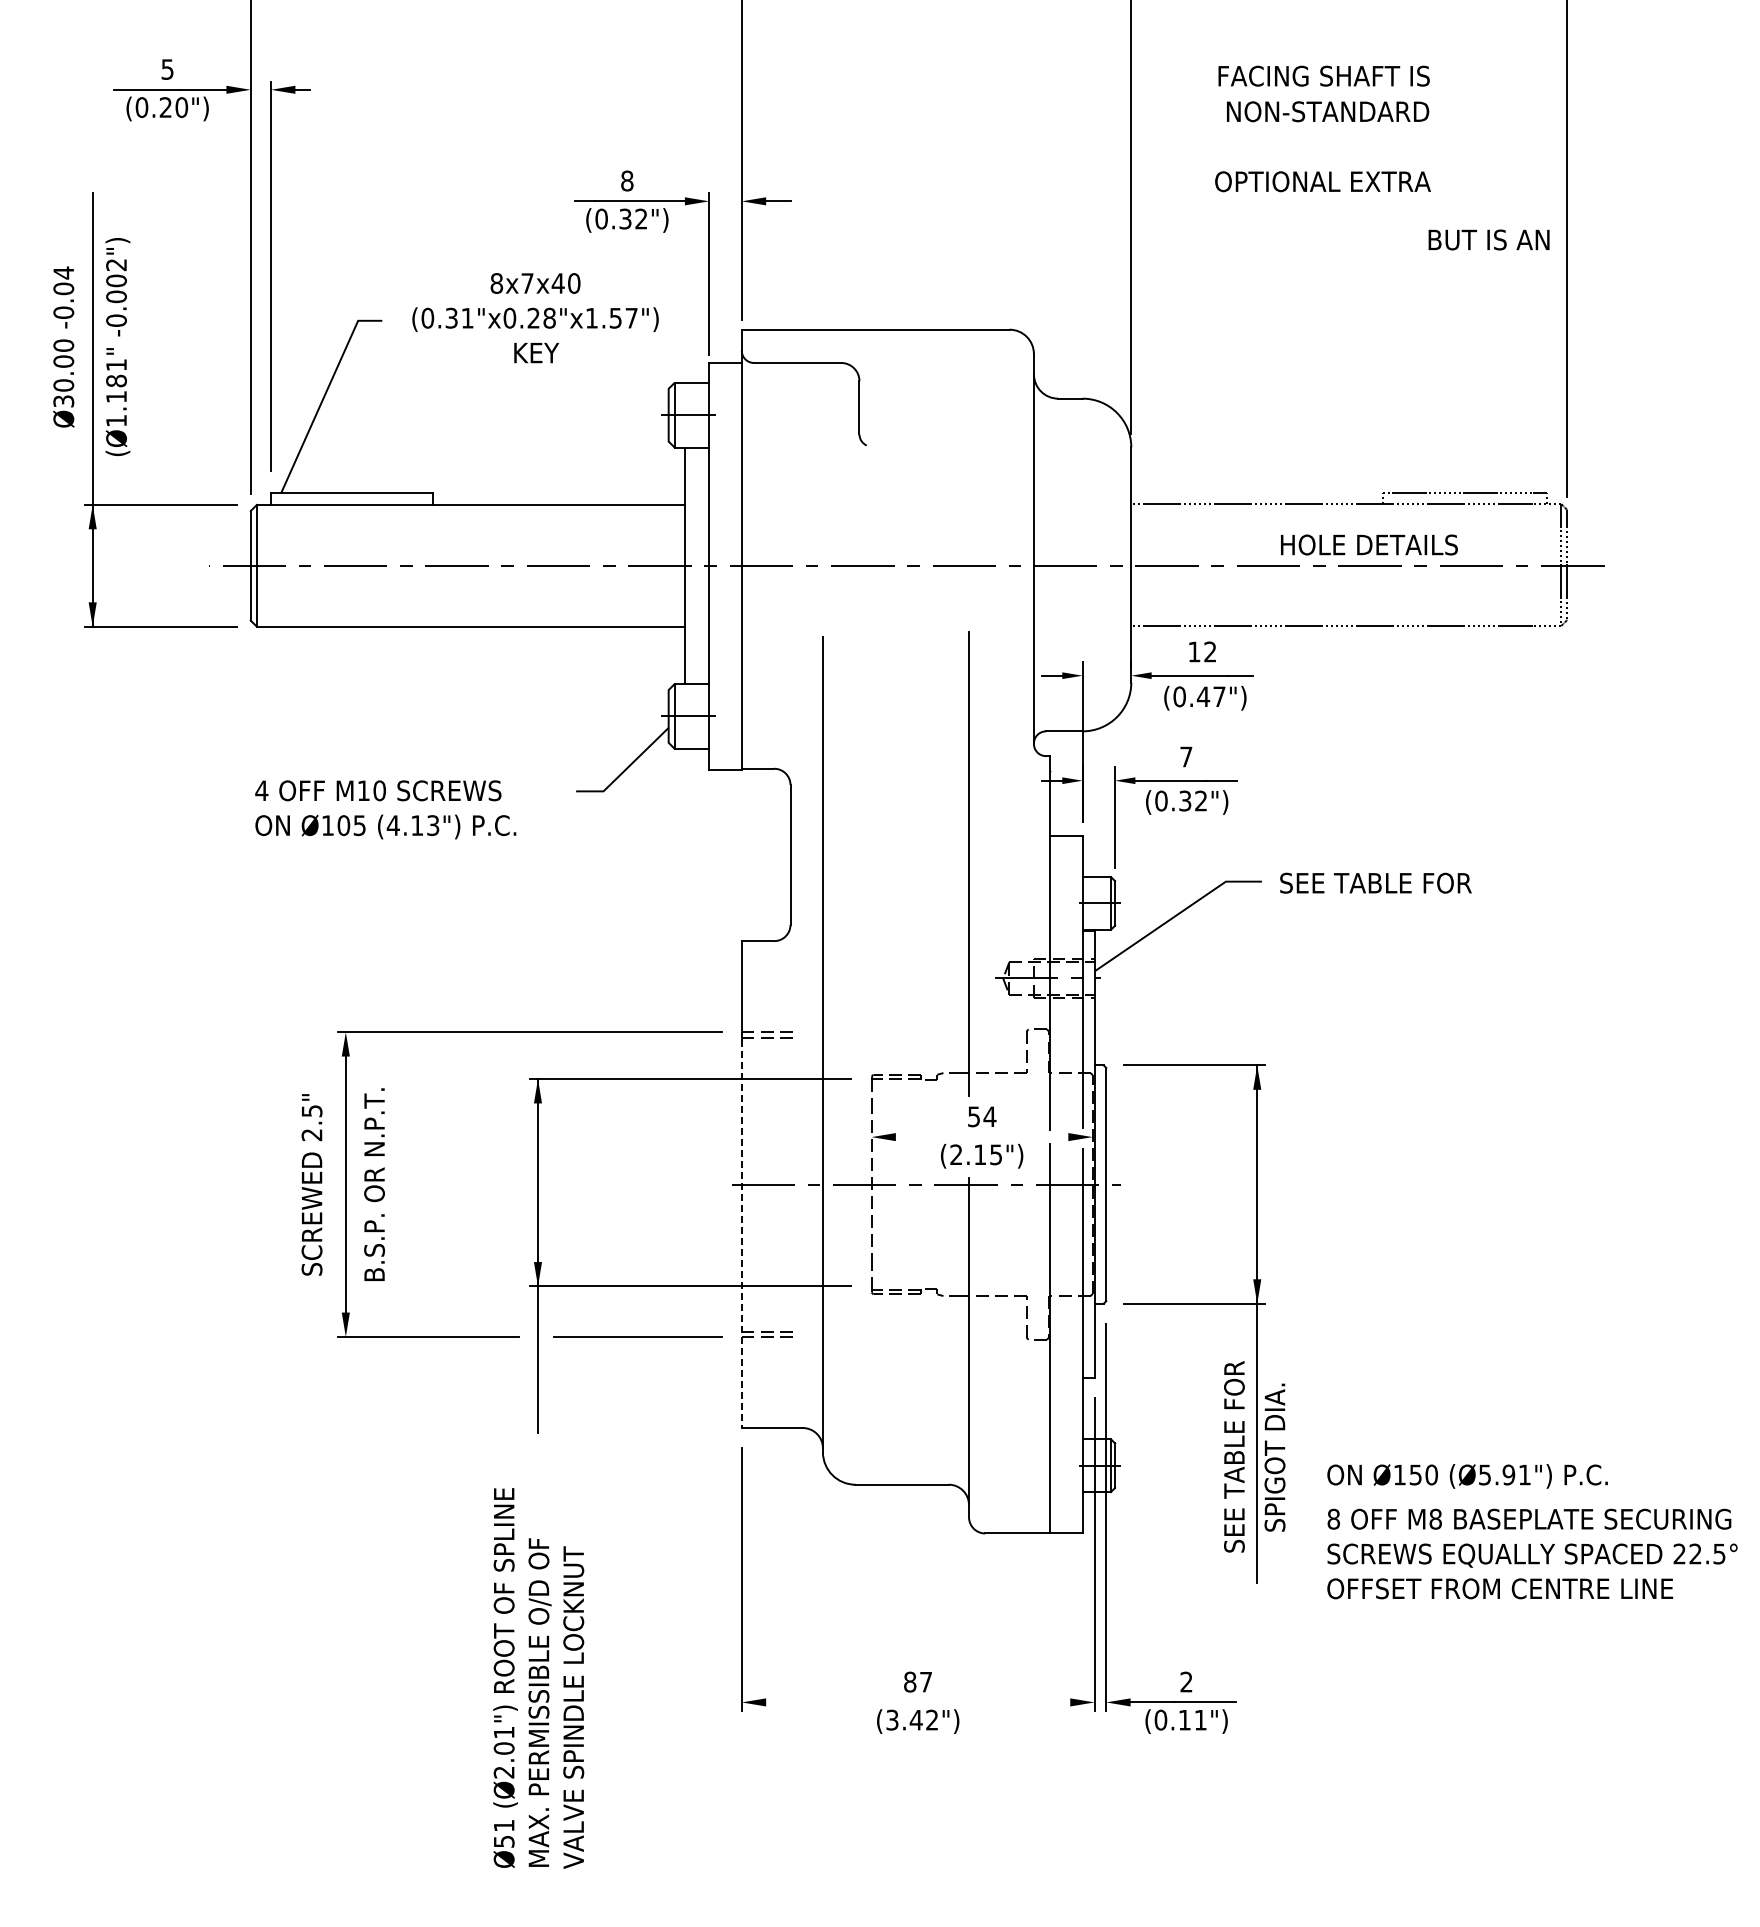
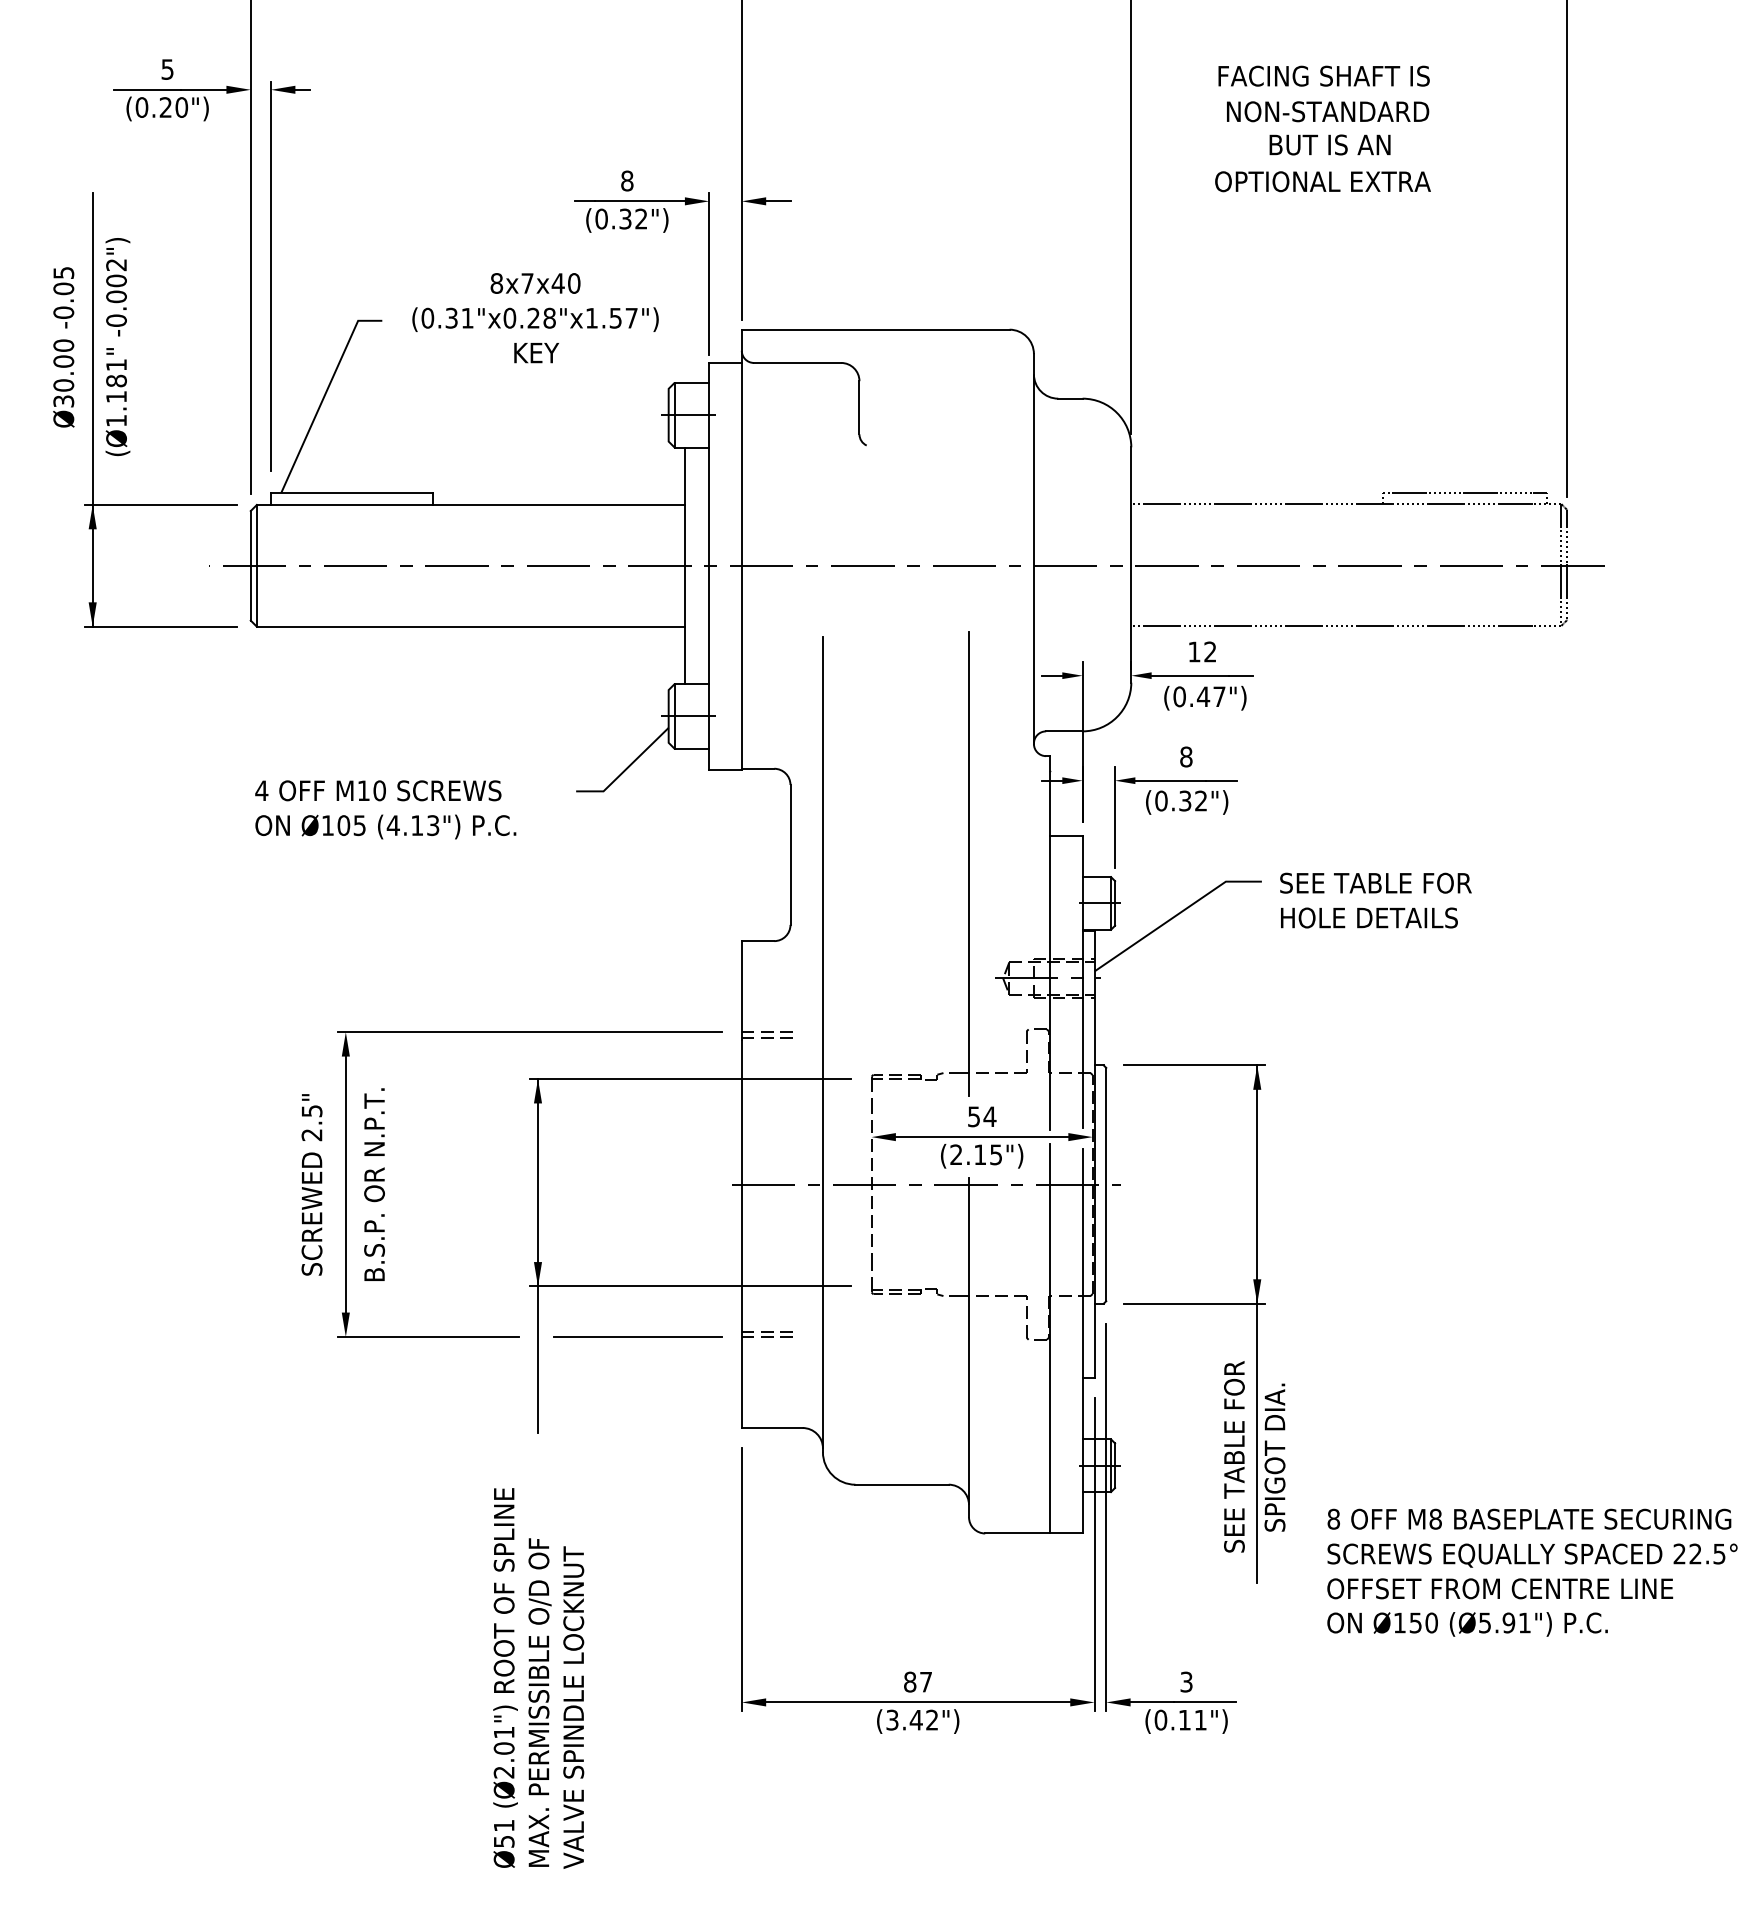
text at (1488, 239) position: (1488, 239) -> (1329, 144)
text at (63, 272): -0.04 -> -0.05
text at (1369, 544) position: (1369, 544) -> (1369, 917)
text at (1186, 756): 7 -> 8
line at (981, 1137): none -> present
line at (741, 1234): dashed -> solid
text at (1467, 1476) position: (1467, 1476) -> (1467, 1624)
text at (1186, 1682): 2 -> 3
line at (918, 1702): none -> present
